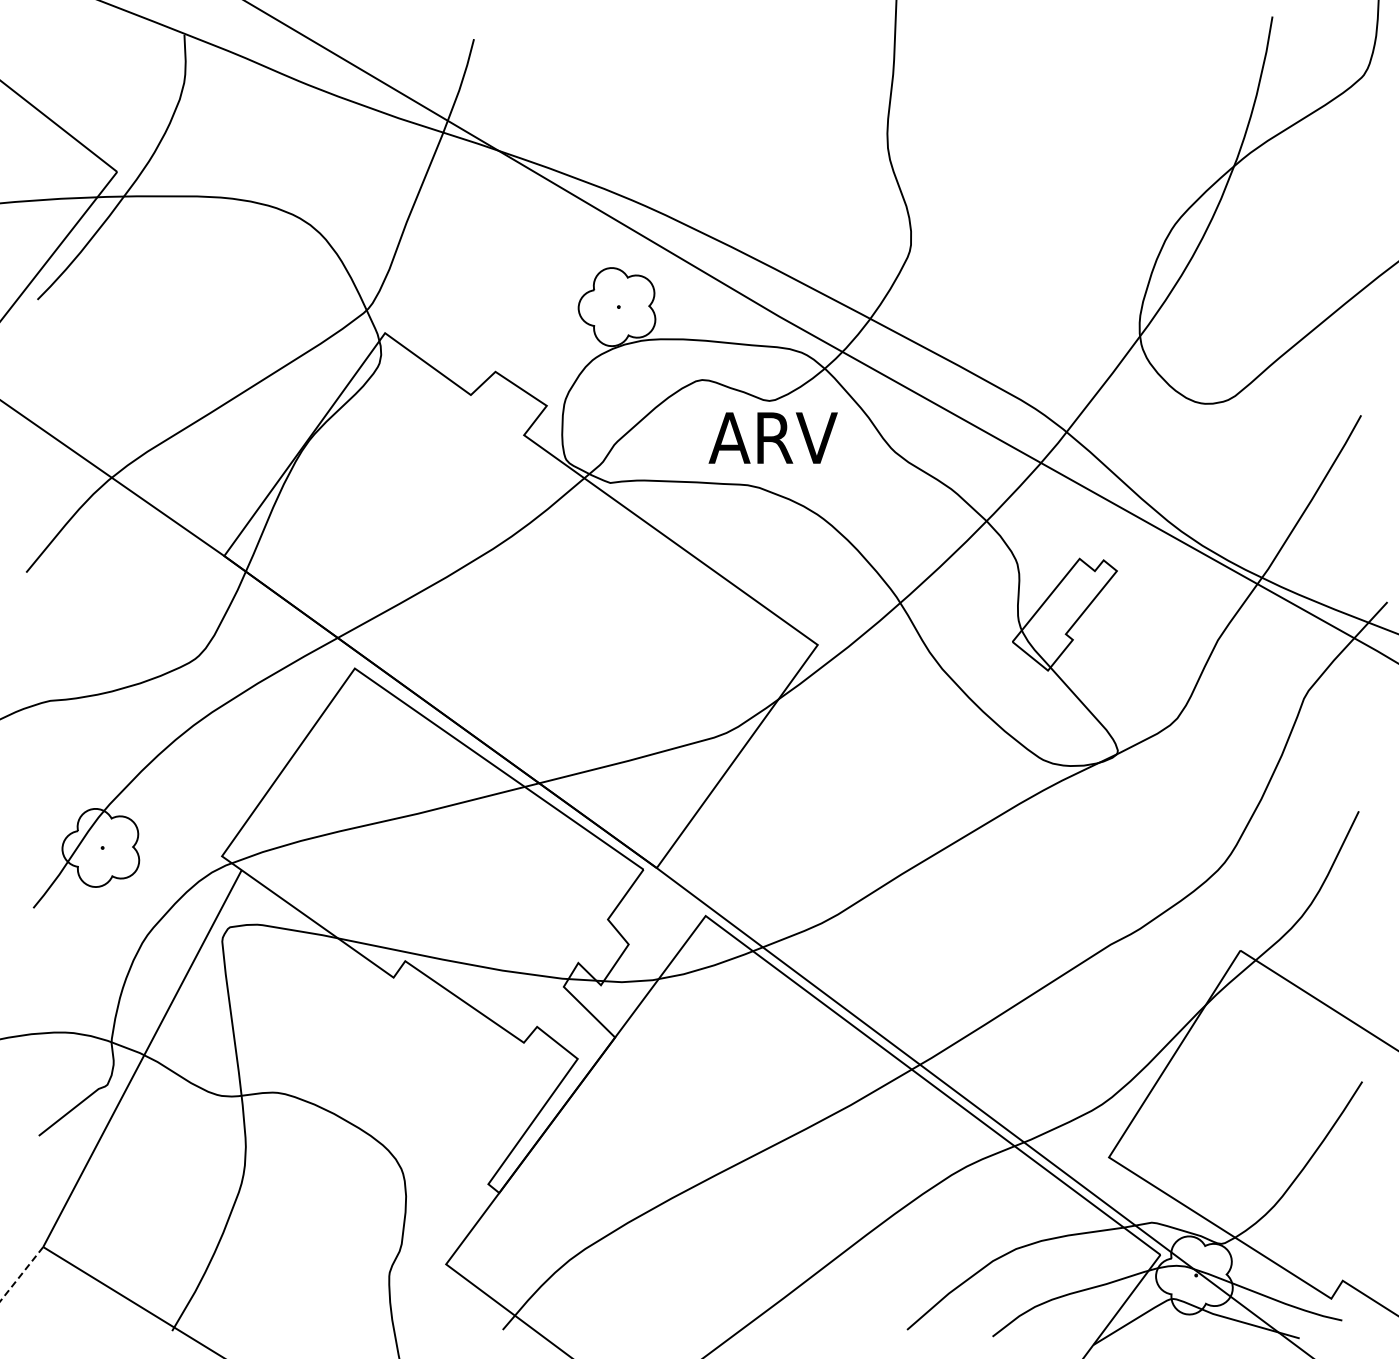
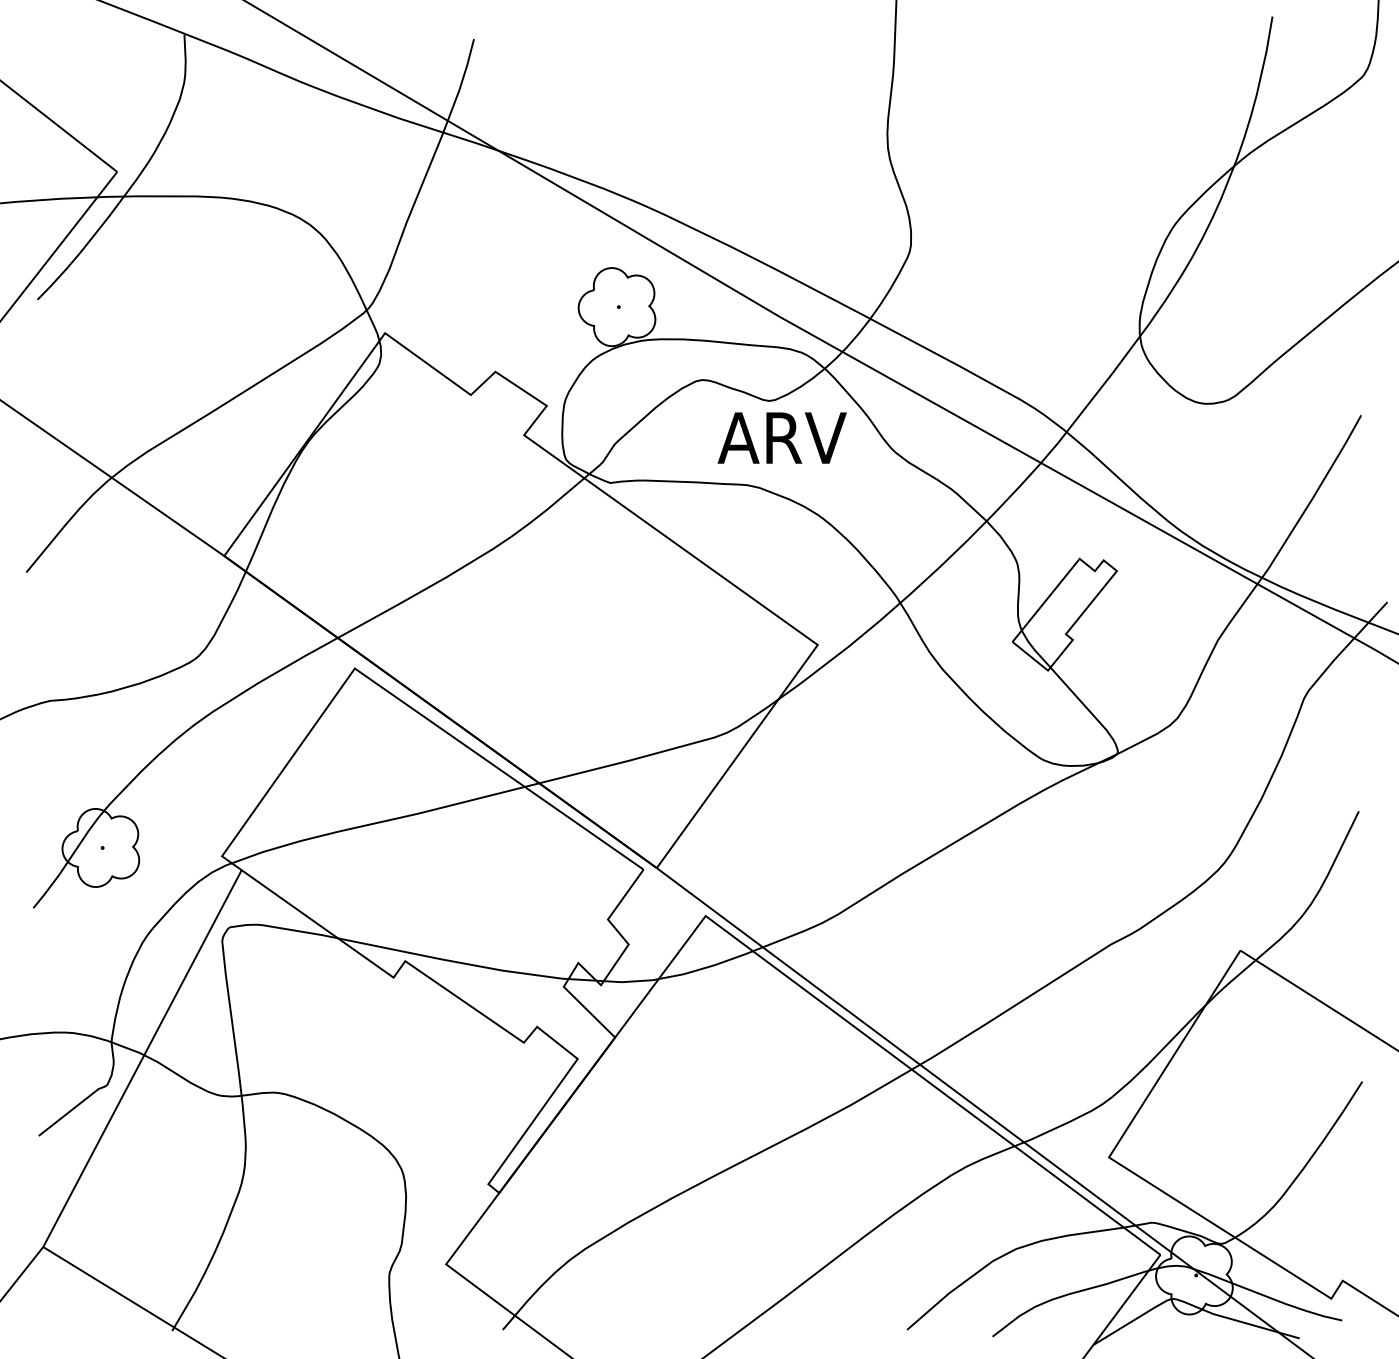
text at (772, 437) position: (772, 437) -> (781, 437)
line at (21, 1274): dashed -> solid
